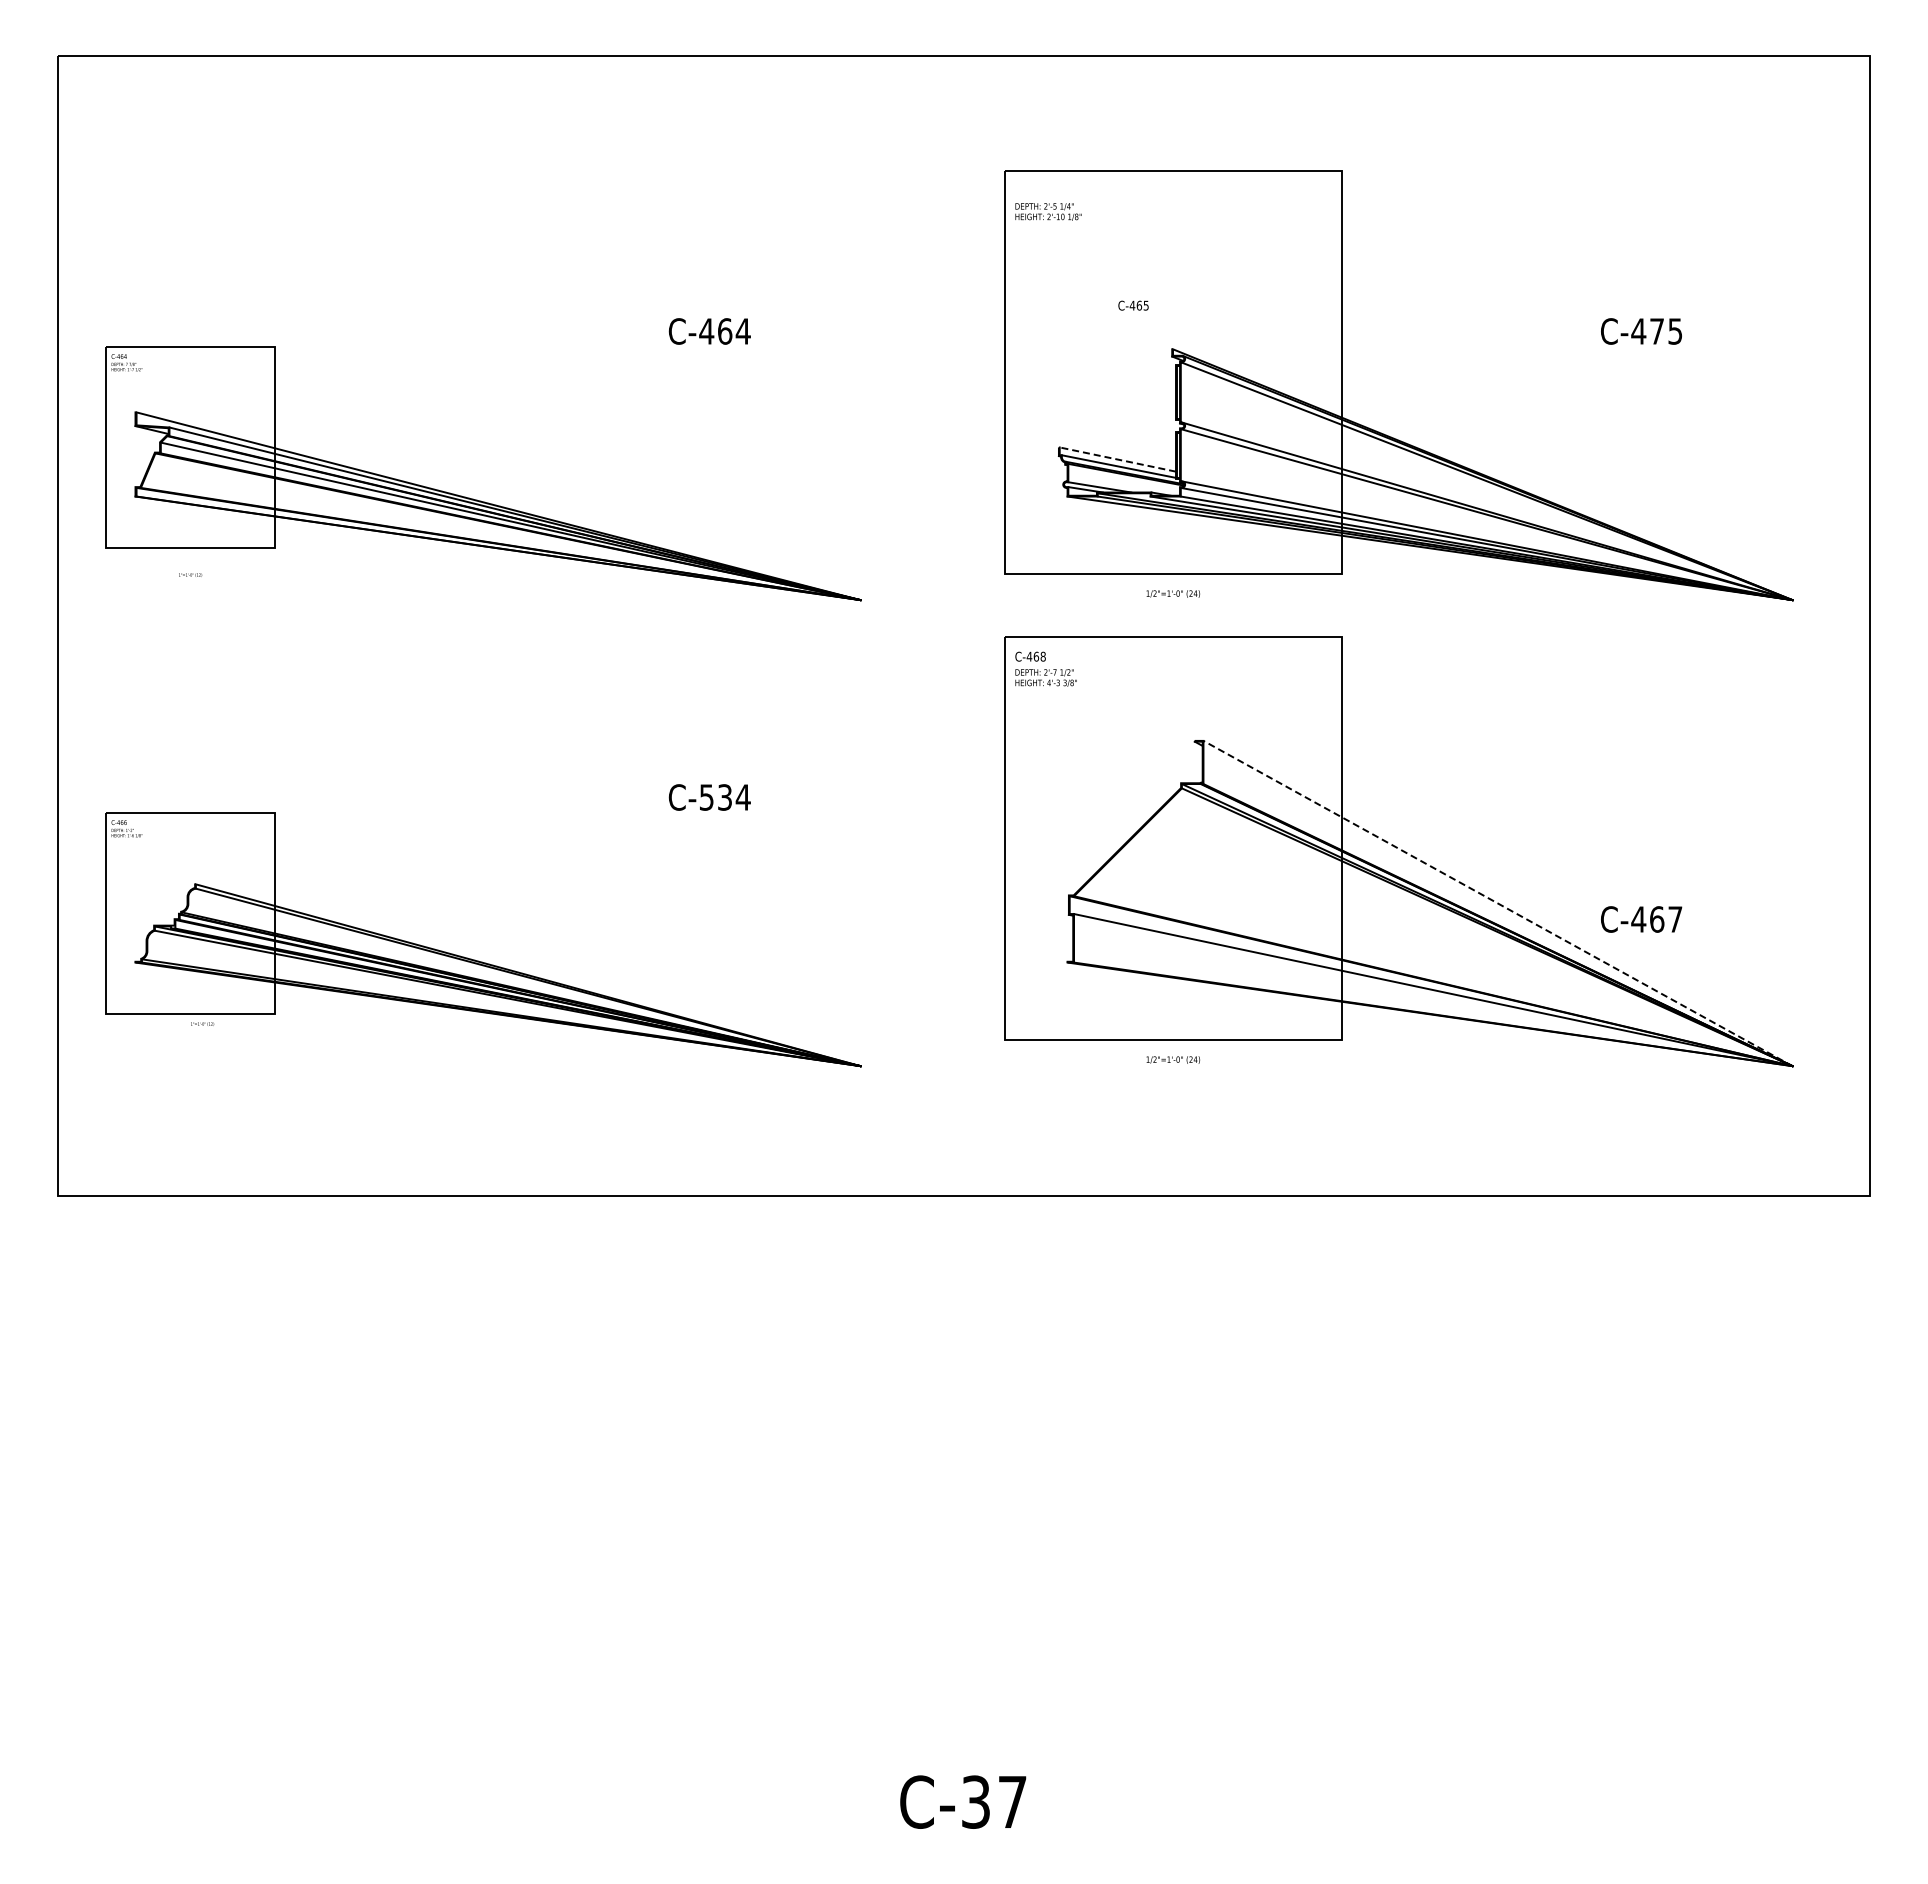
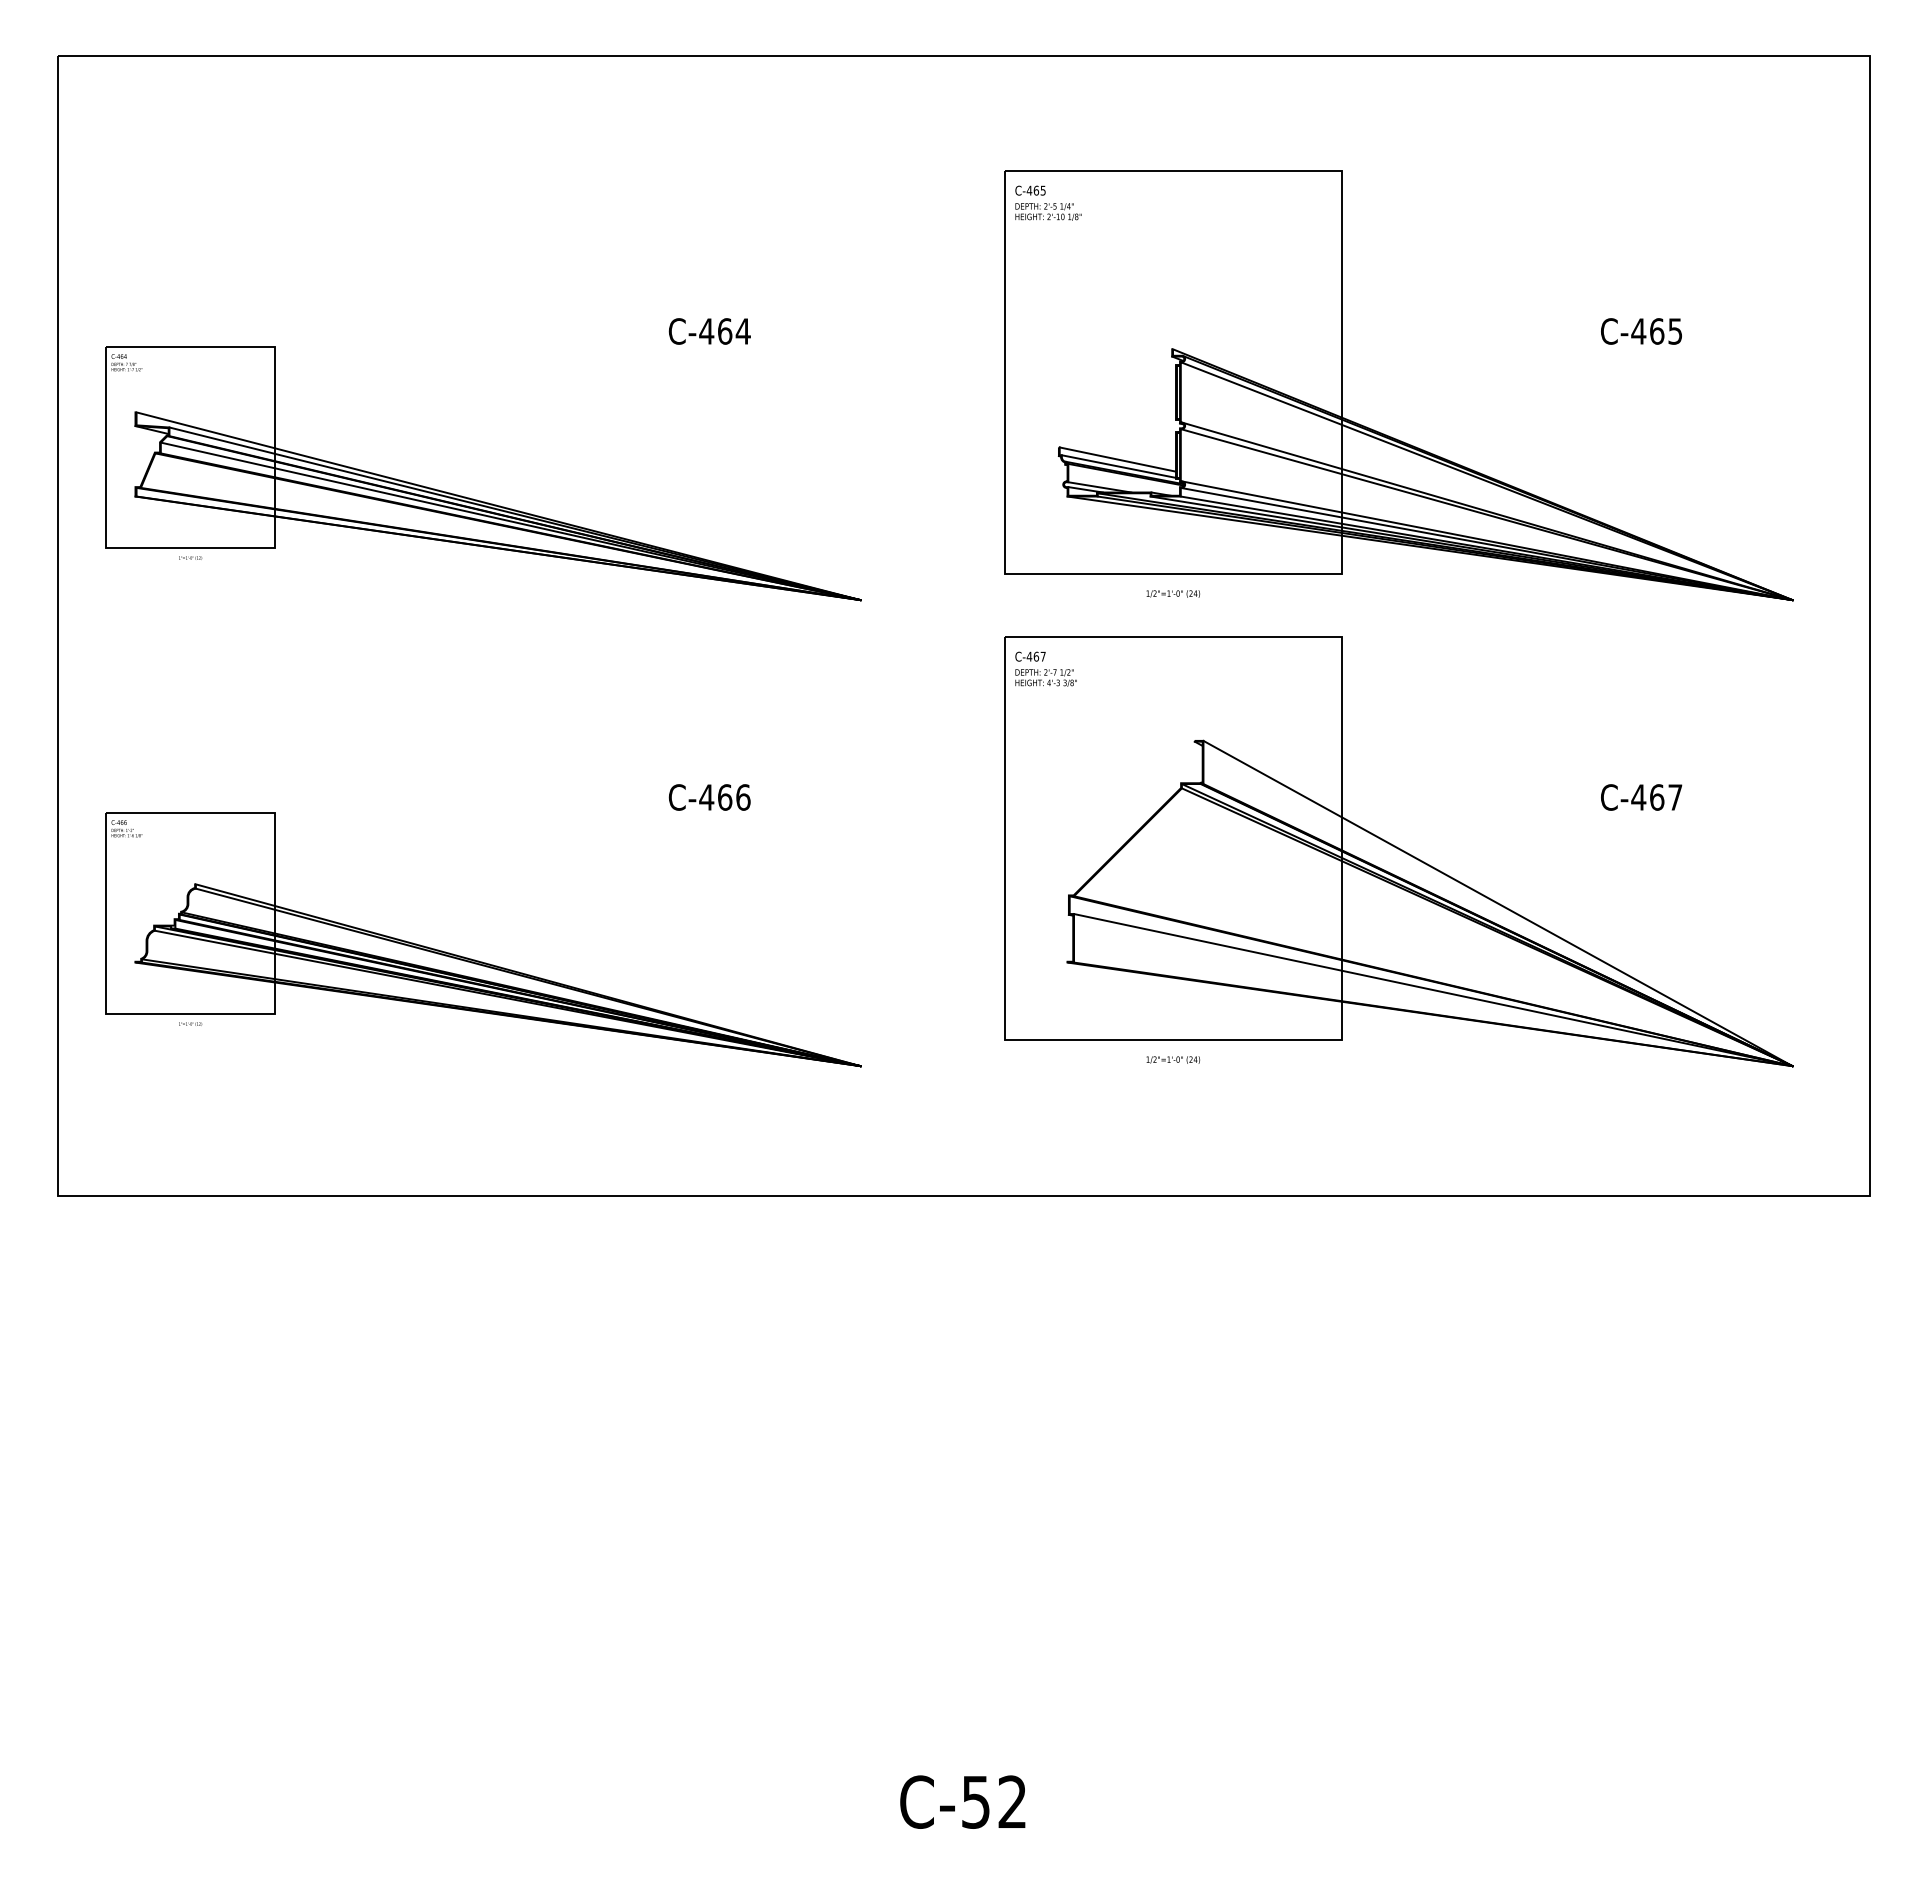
text at (1133, 305) position: (1133, 305) -> (1030, 190)
text at (1657, 331): C-475 -> C-465
line at (1117, 459): dashed -> solid
text at (190, 574) position: (190, 574) -> (190, 557)
text at (1042, 656): C-468 -> C-467
text at (724, 797): C-534 -> C-466
line at (1497, 903): dashed -> solid
text at (1641, 919) position: (1641, 919) -> (1641, 797)
text at (202, 1023) position: (202, 1023) -> (190, 1023)
text at (994, 1801): C-37 -> C-52
